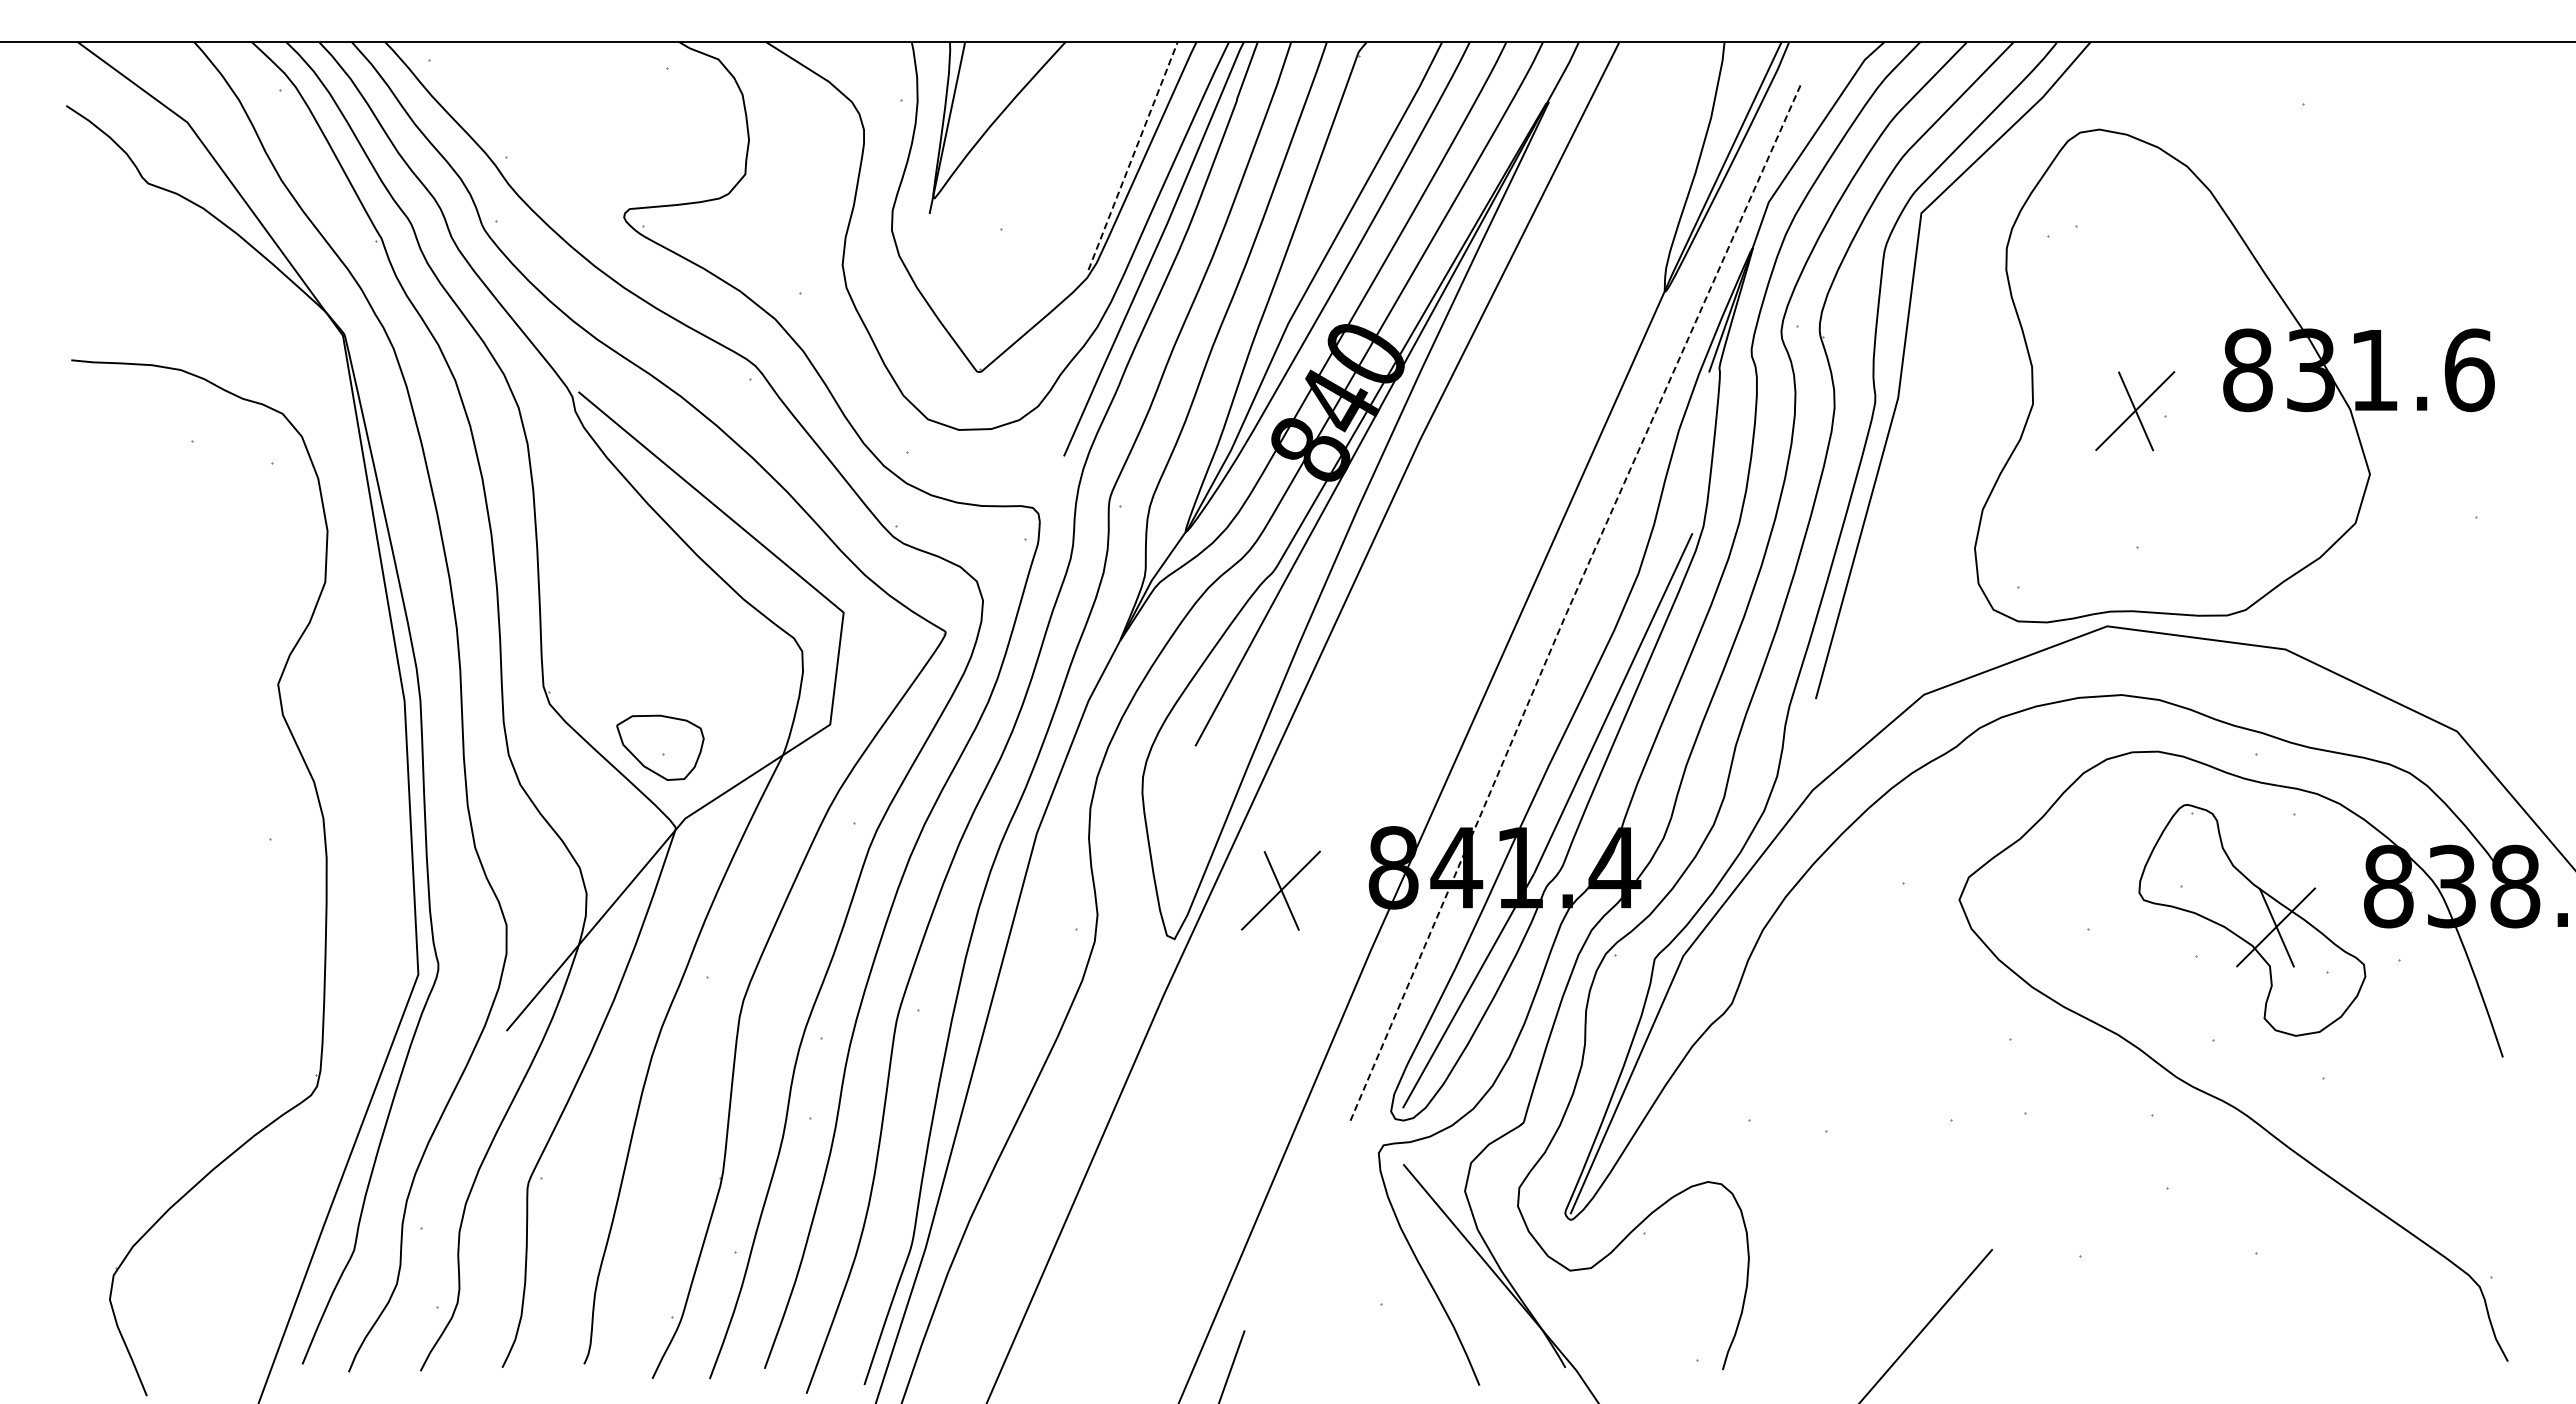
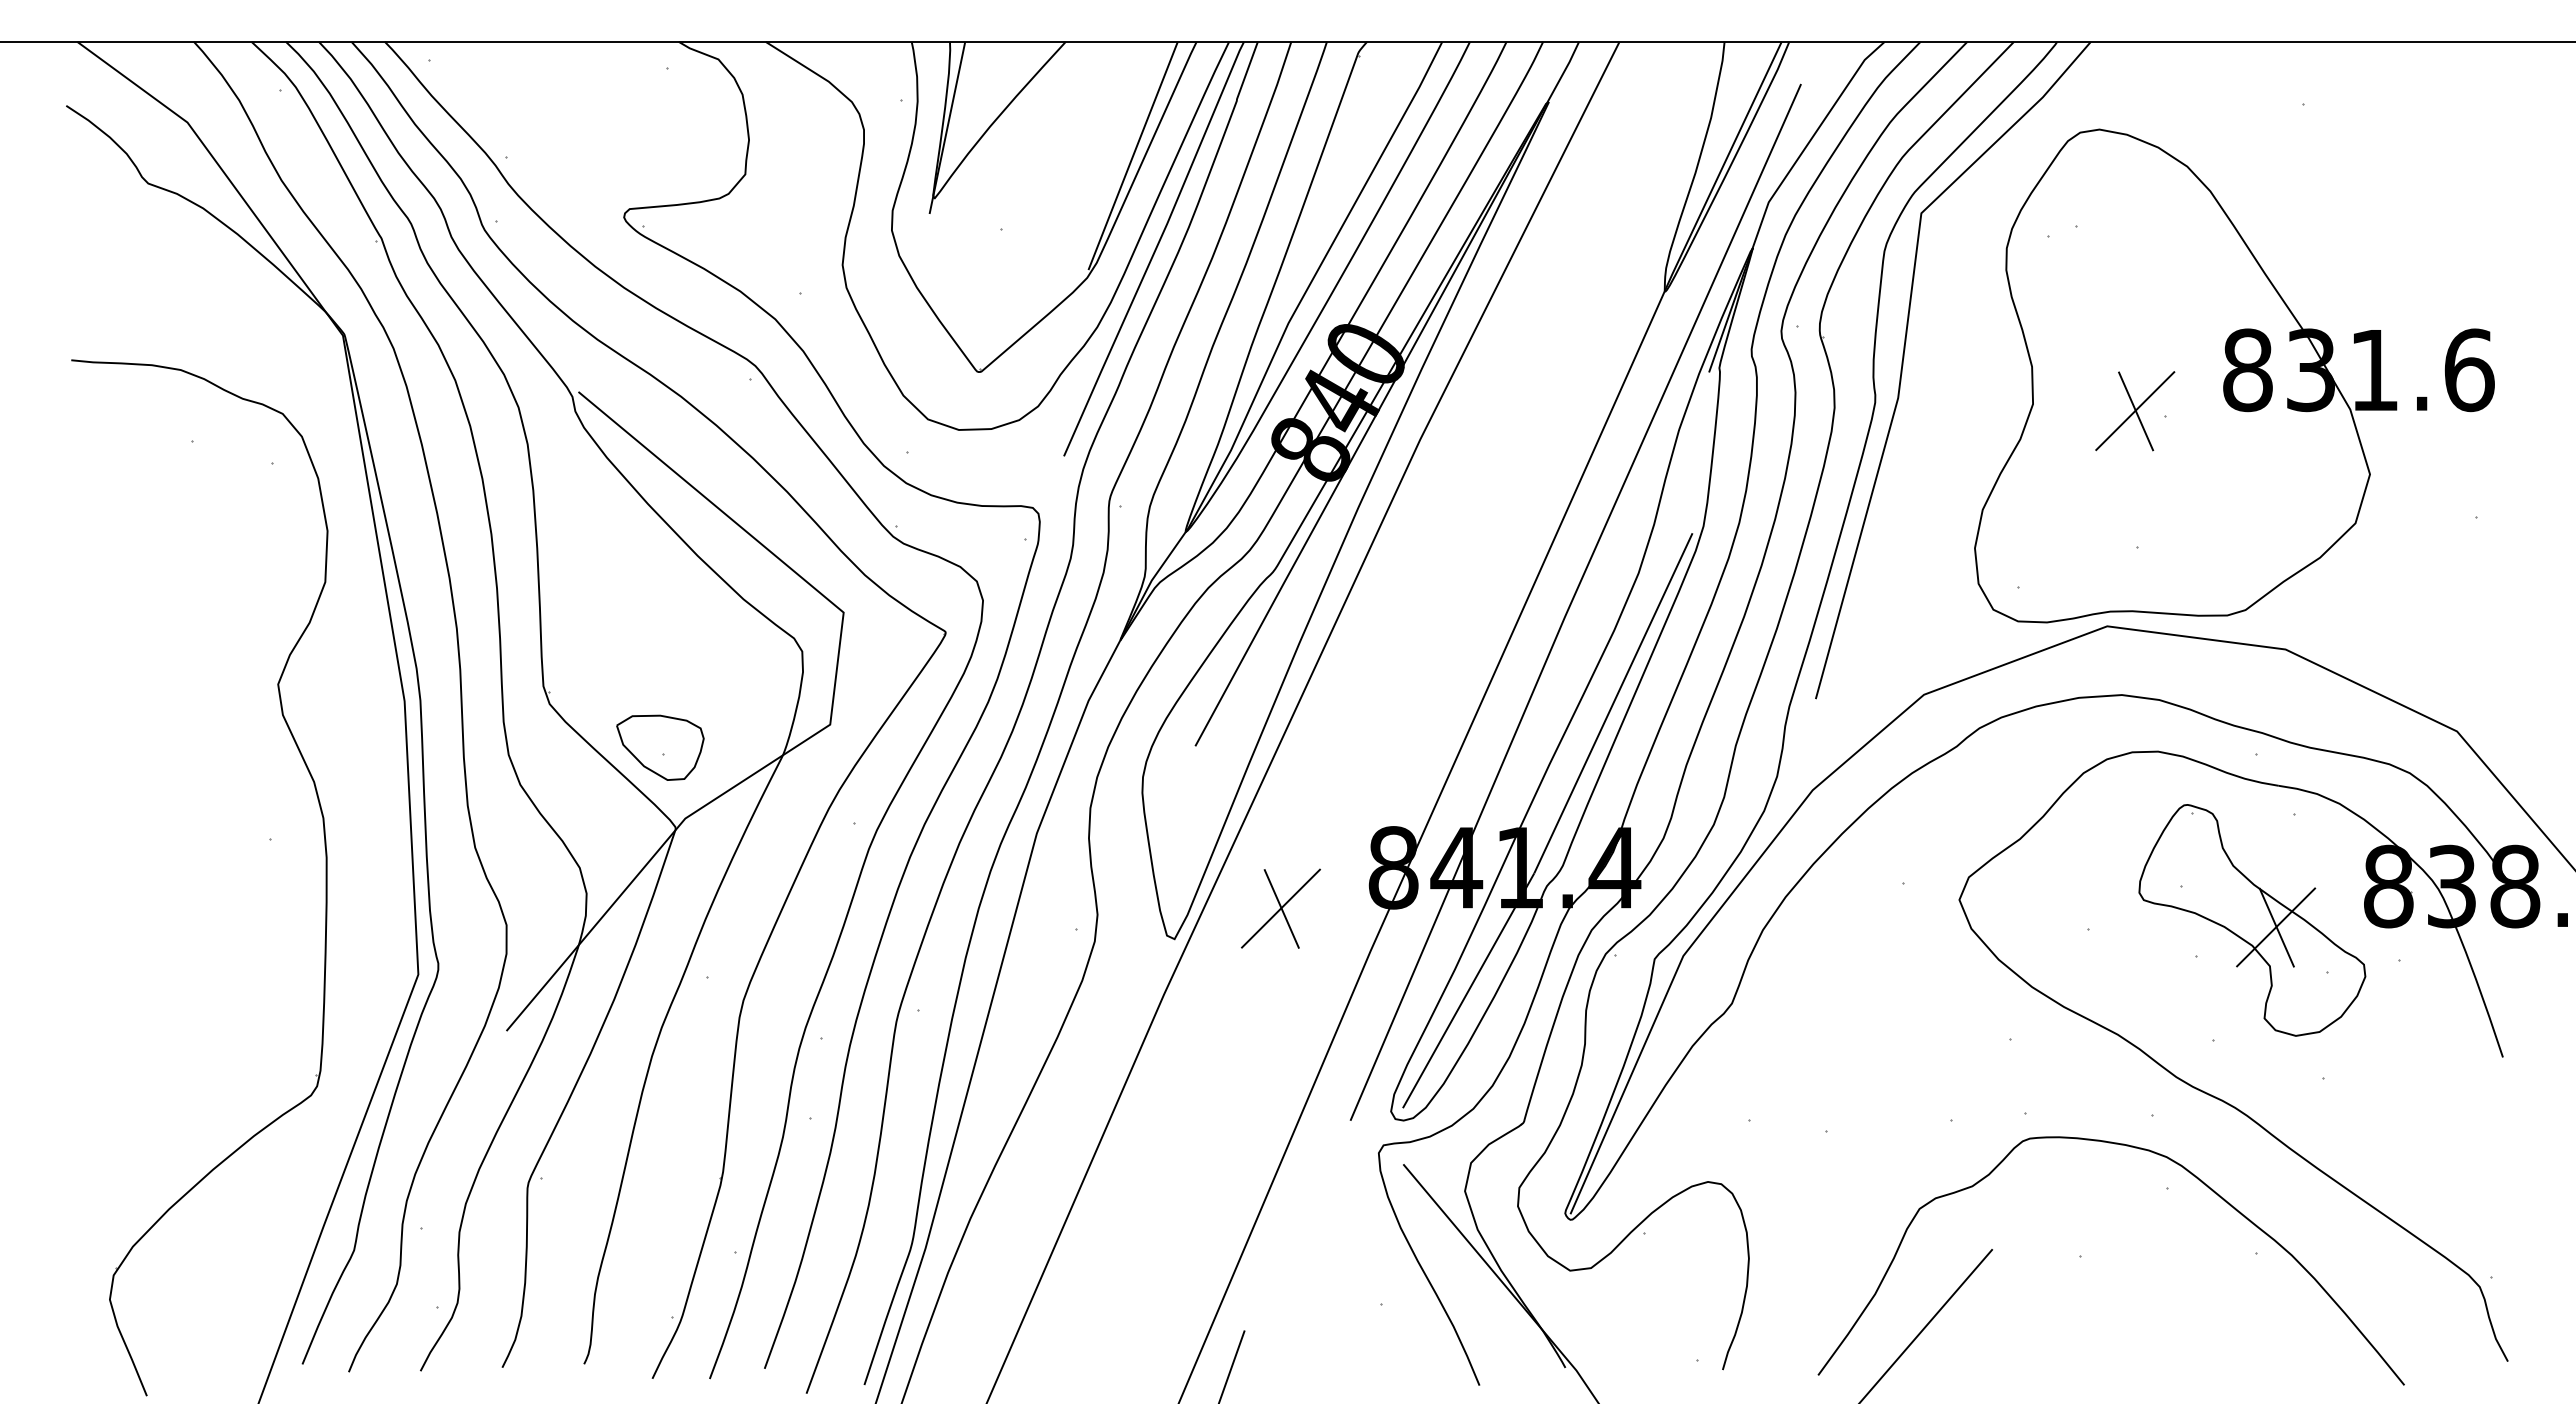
line at (1133, 155): dashed -> solid
line at (1572, 600): dashed -> solid
part at (1280, 890) position: (1280, 890) -> (1280, 908)
curve at (2139, 1149): none -> present
